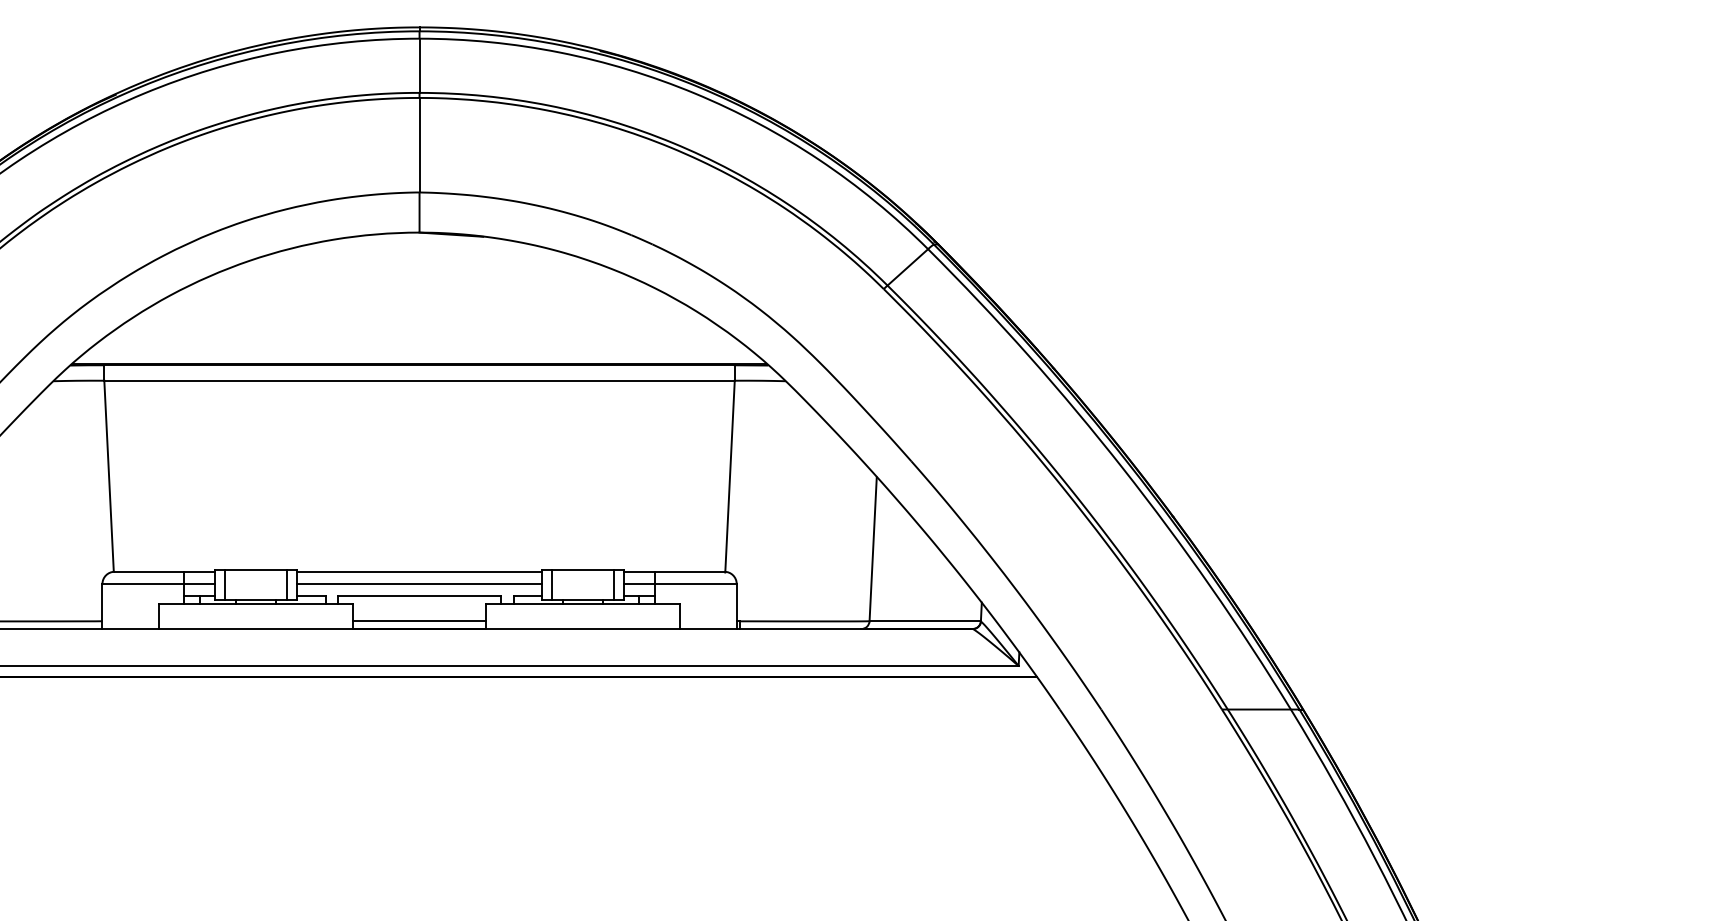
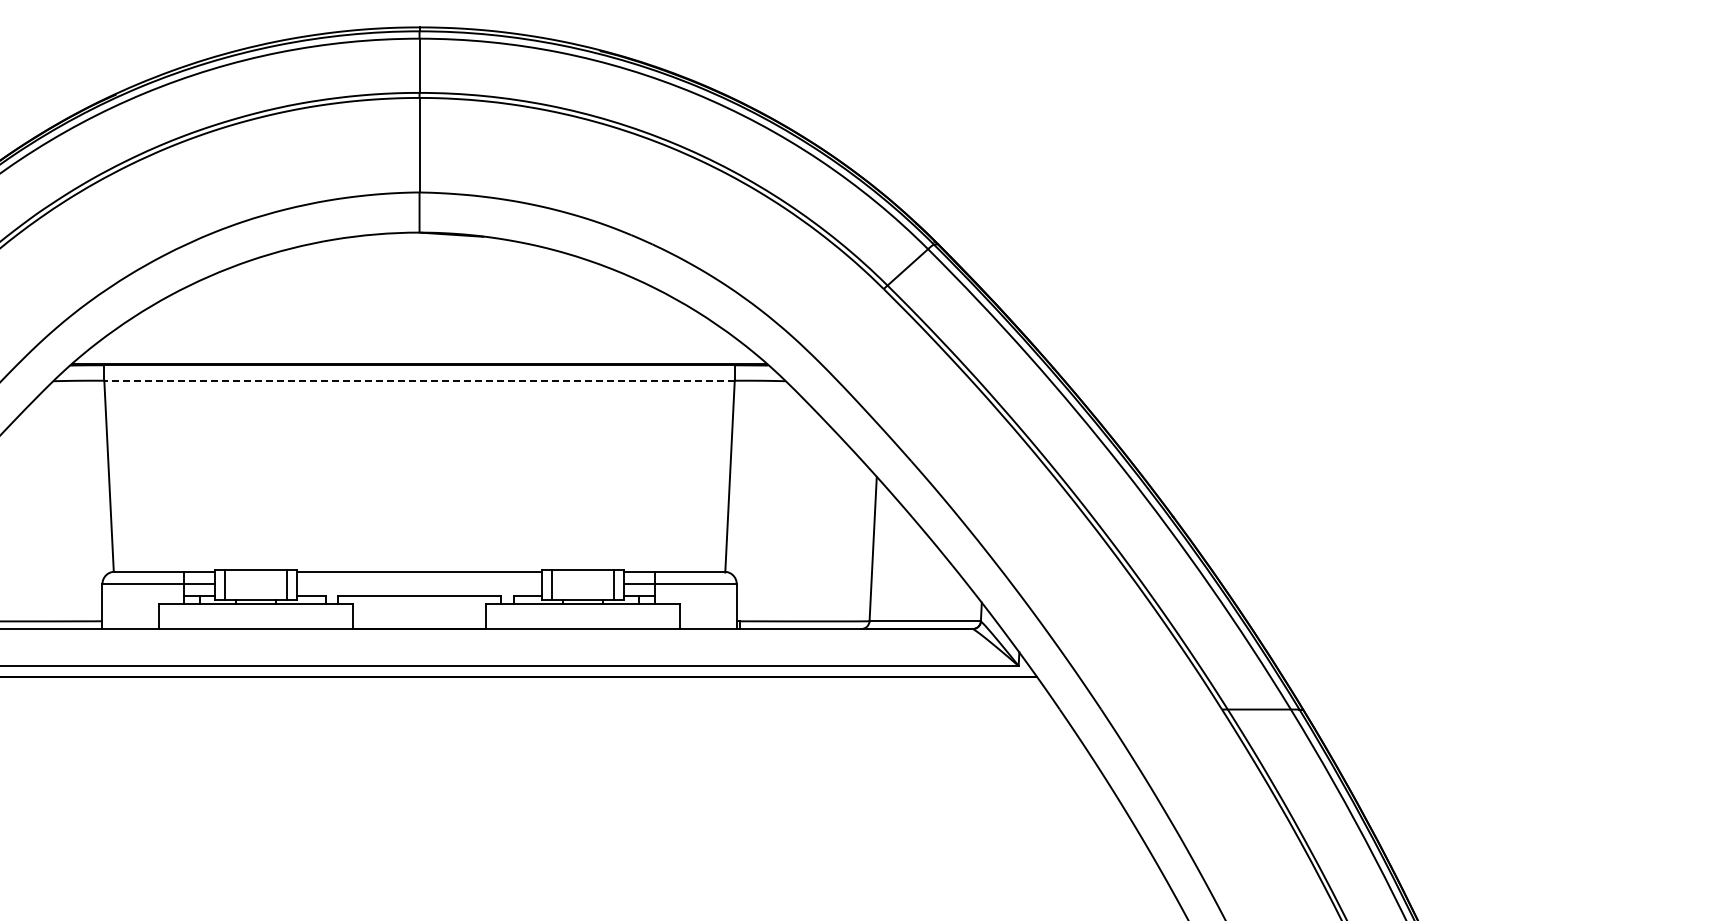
line at (419, 380): solid -> dashed
line at (419, 584): present -> none
line at (419, 621): present -> none
